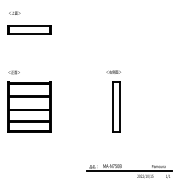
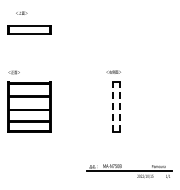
text at (14, 12) position: (14, 12) -> (21, 12)
line at (112, 107): solid -> dashed
line at (120, 107): solid -> dashed
